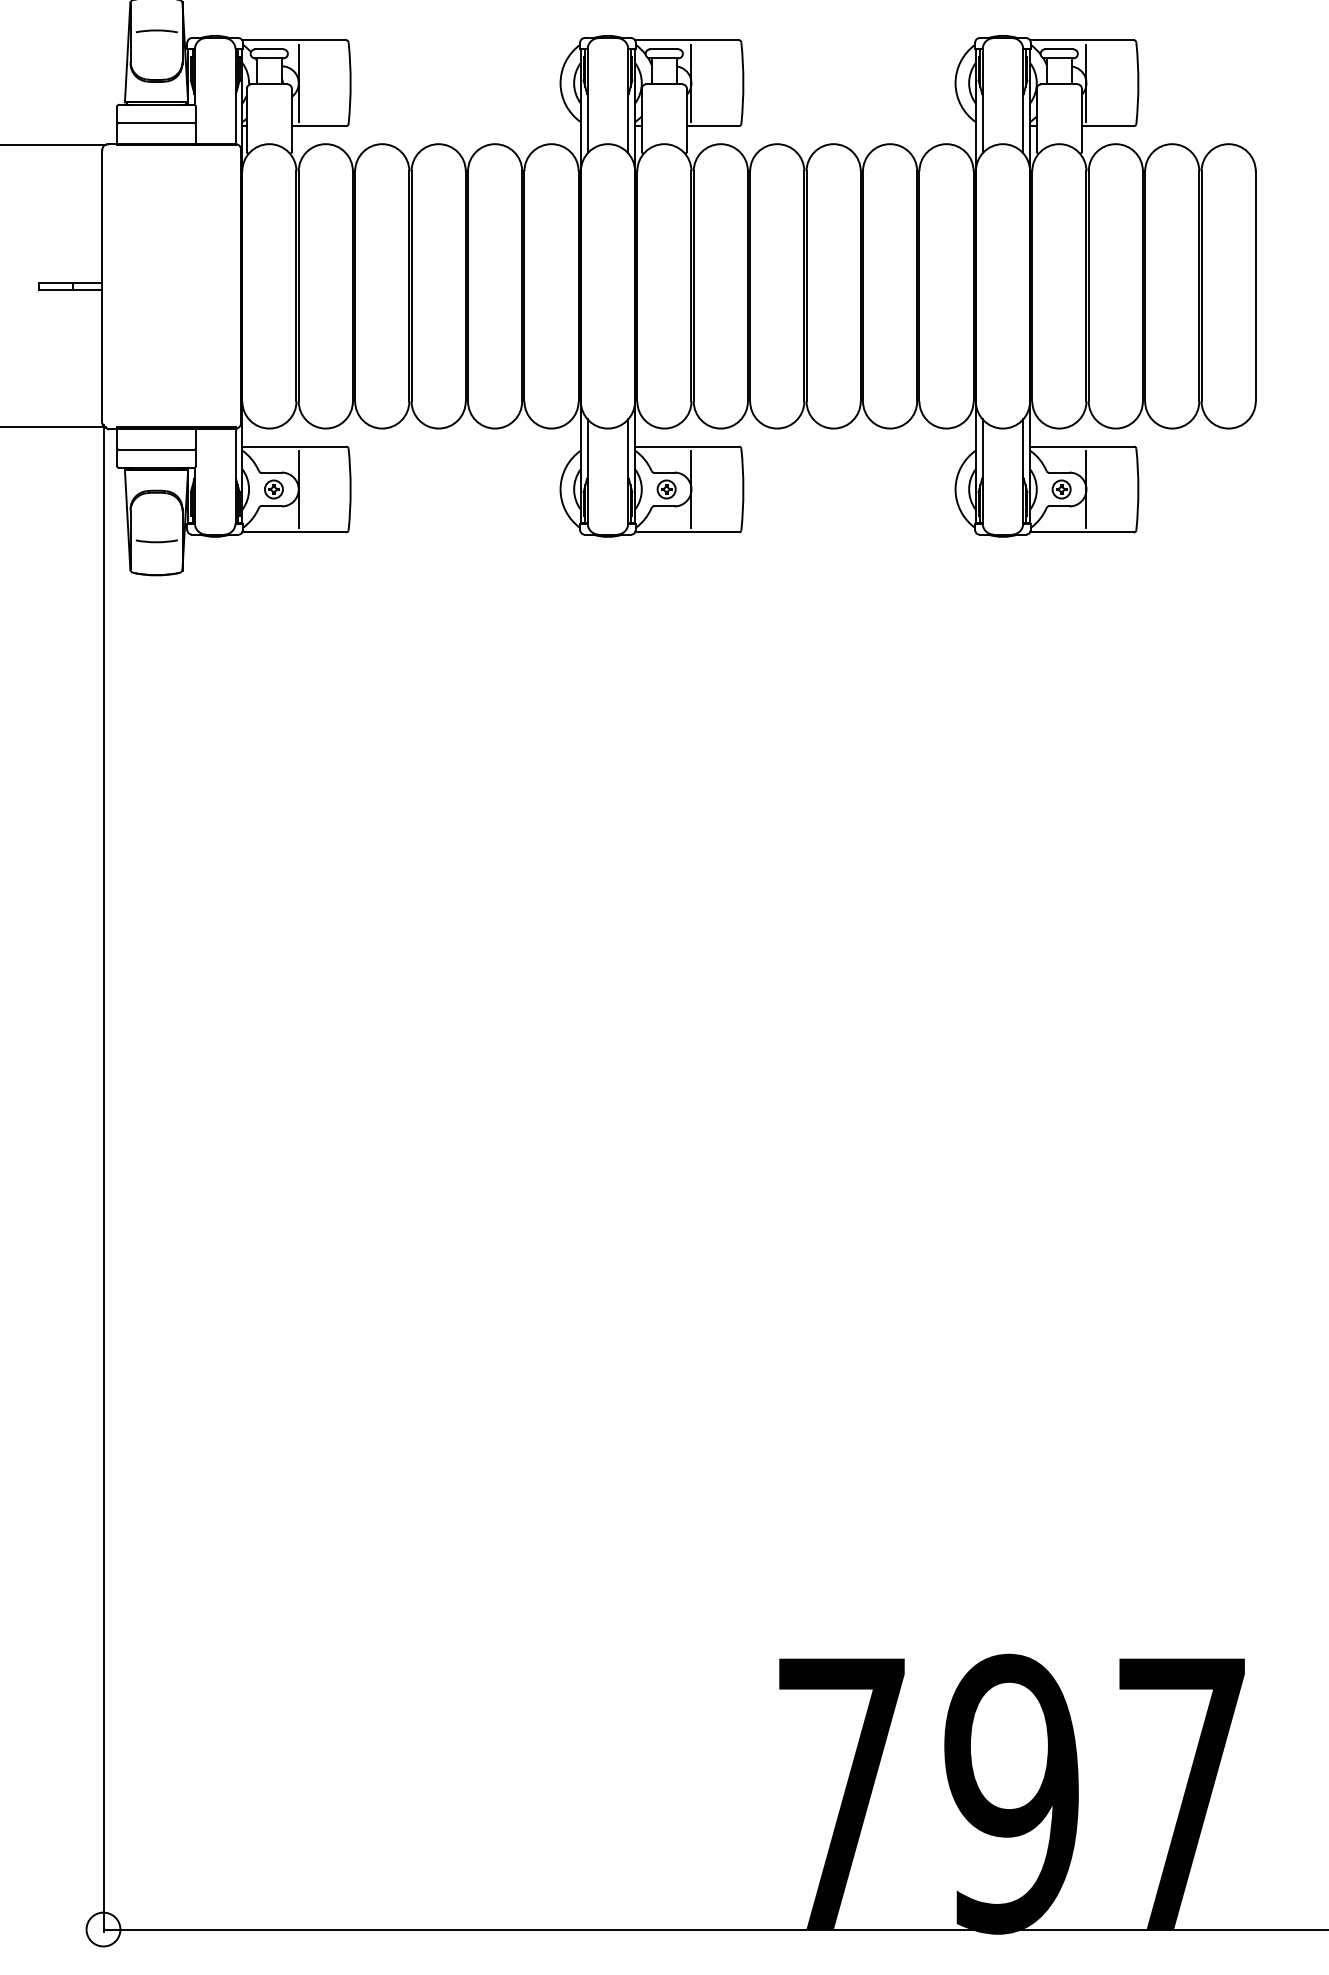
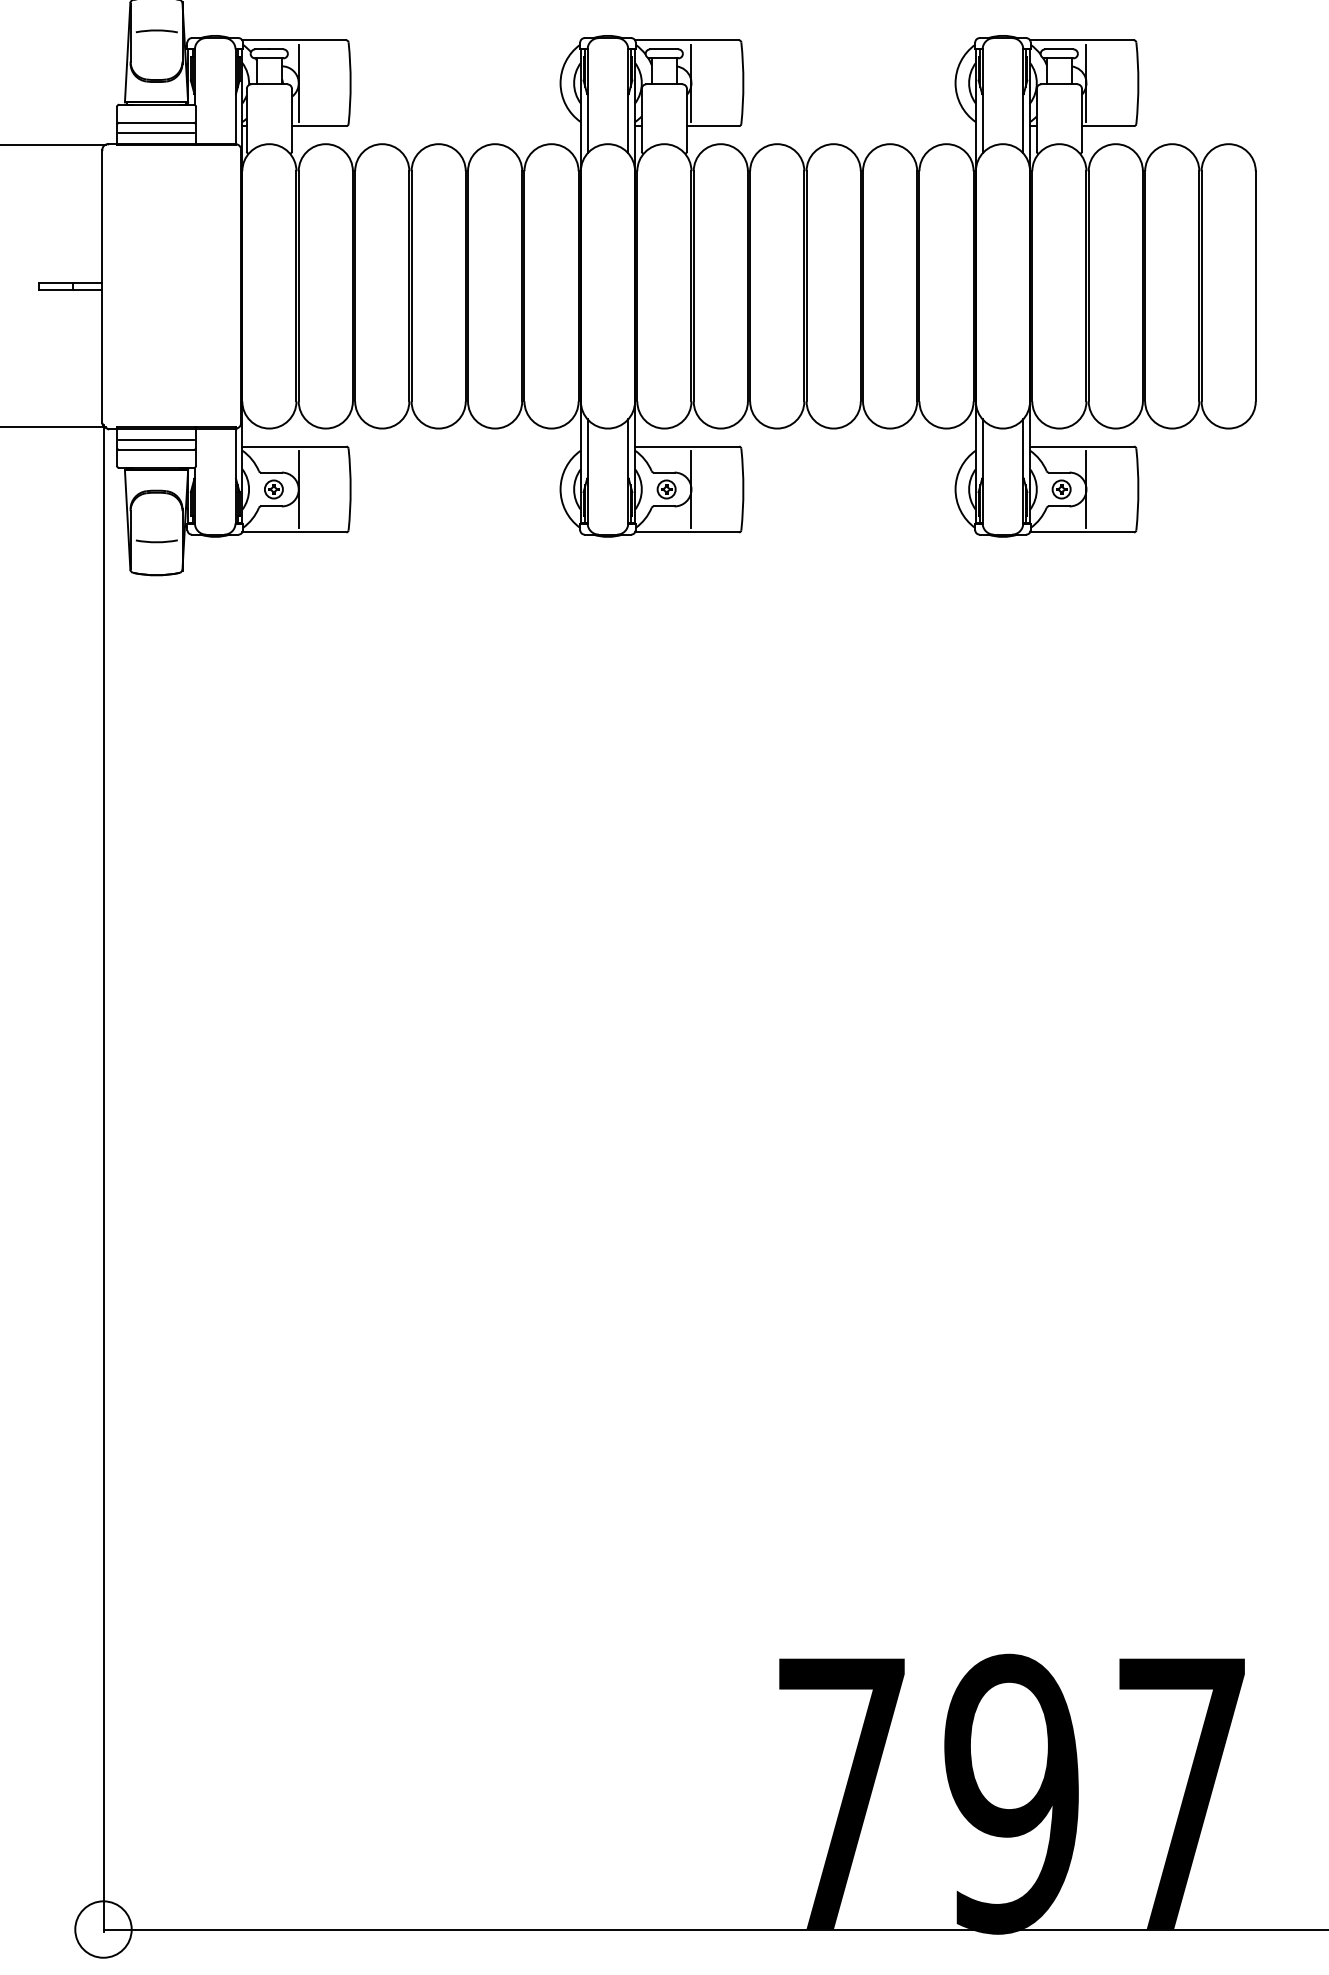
line at (156, 132): none -> present
line at (156, 439): none -> present
circle at (103, 1929) diameter: 34 px -> 56 px
